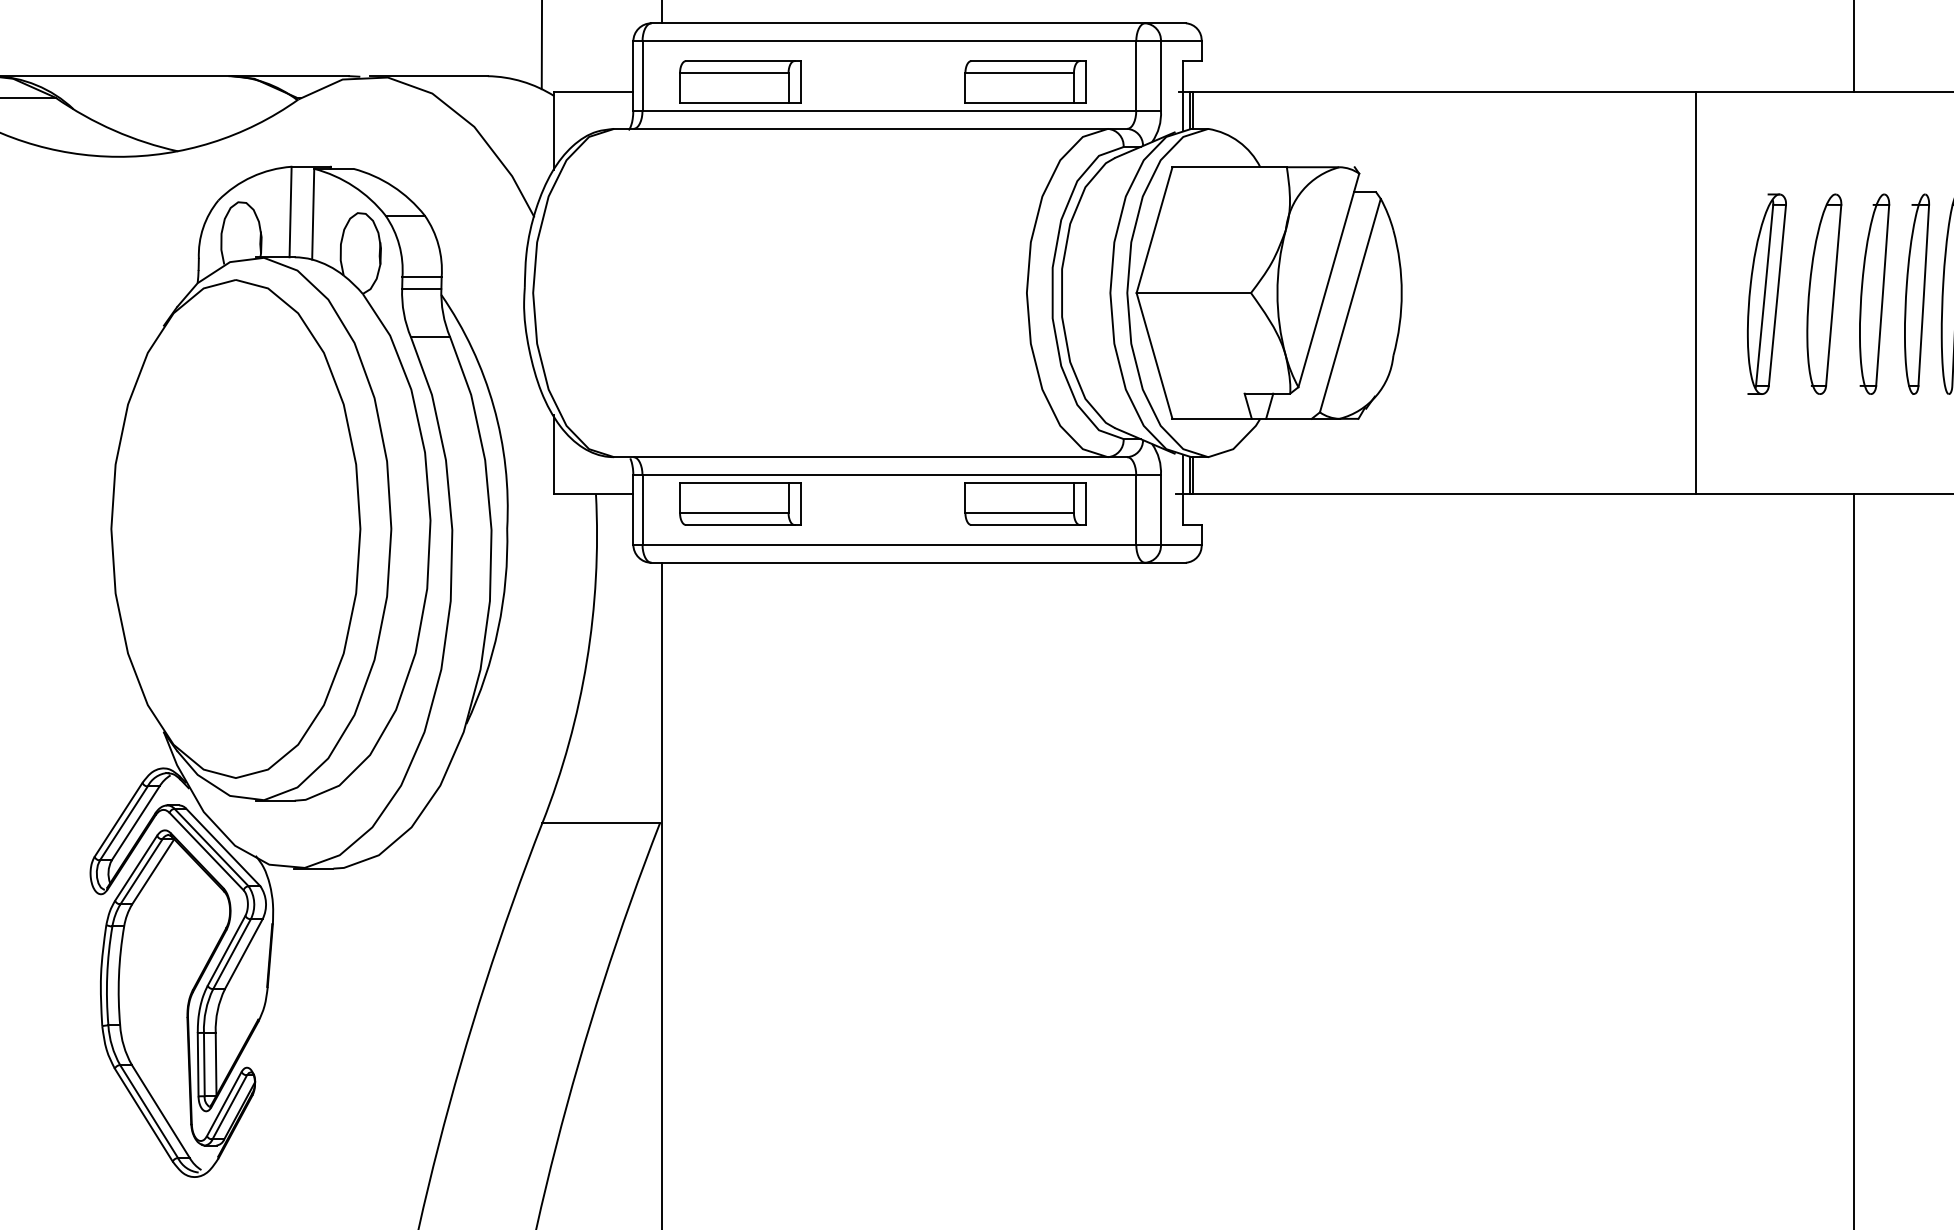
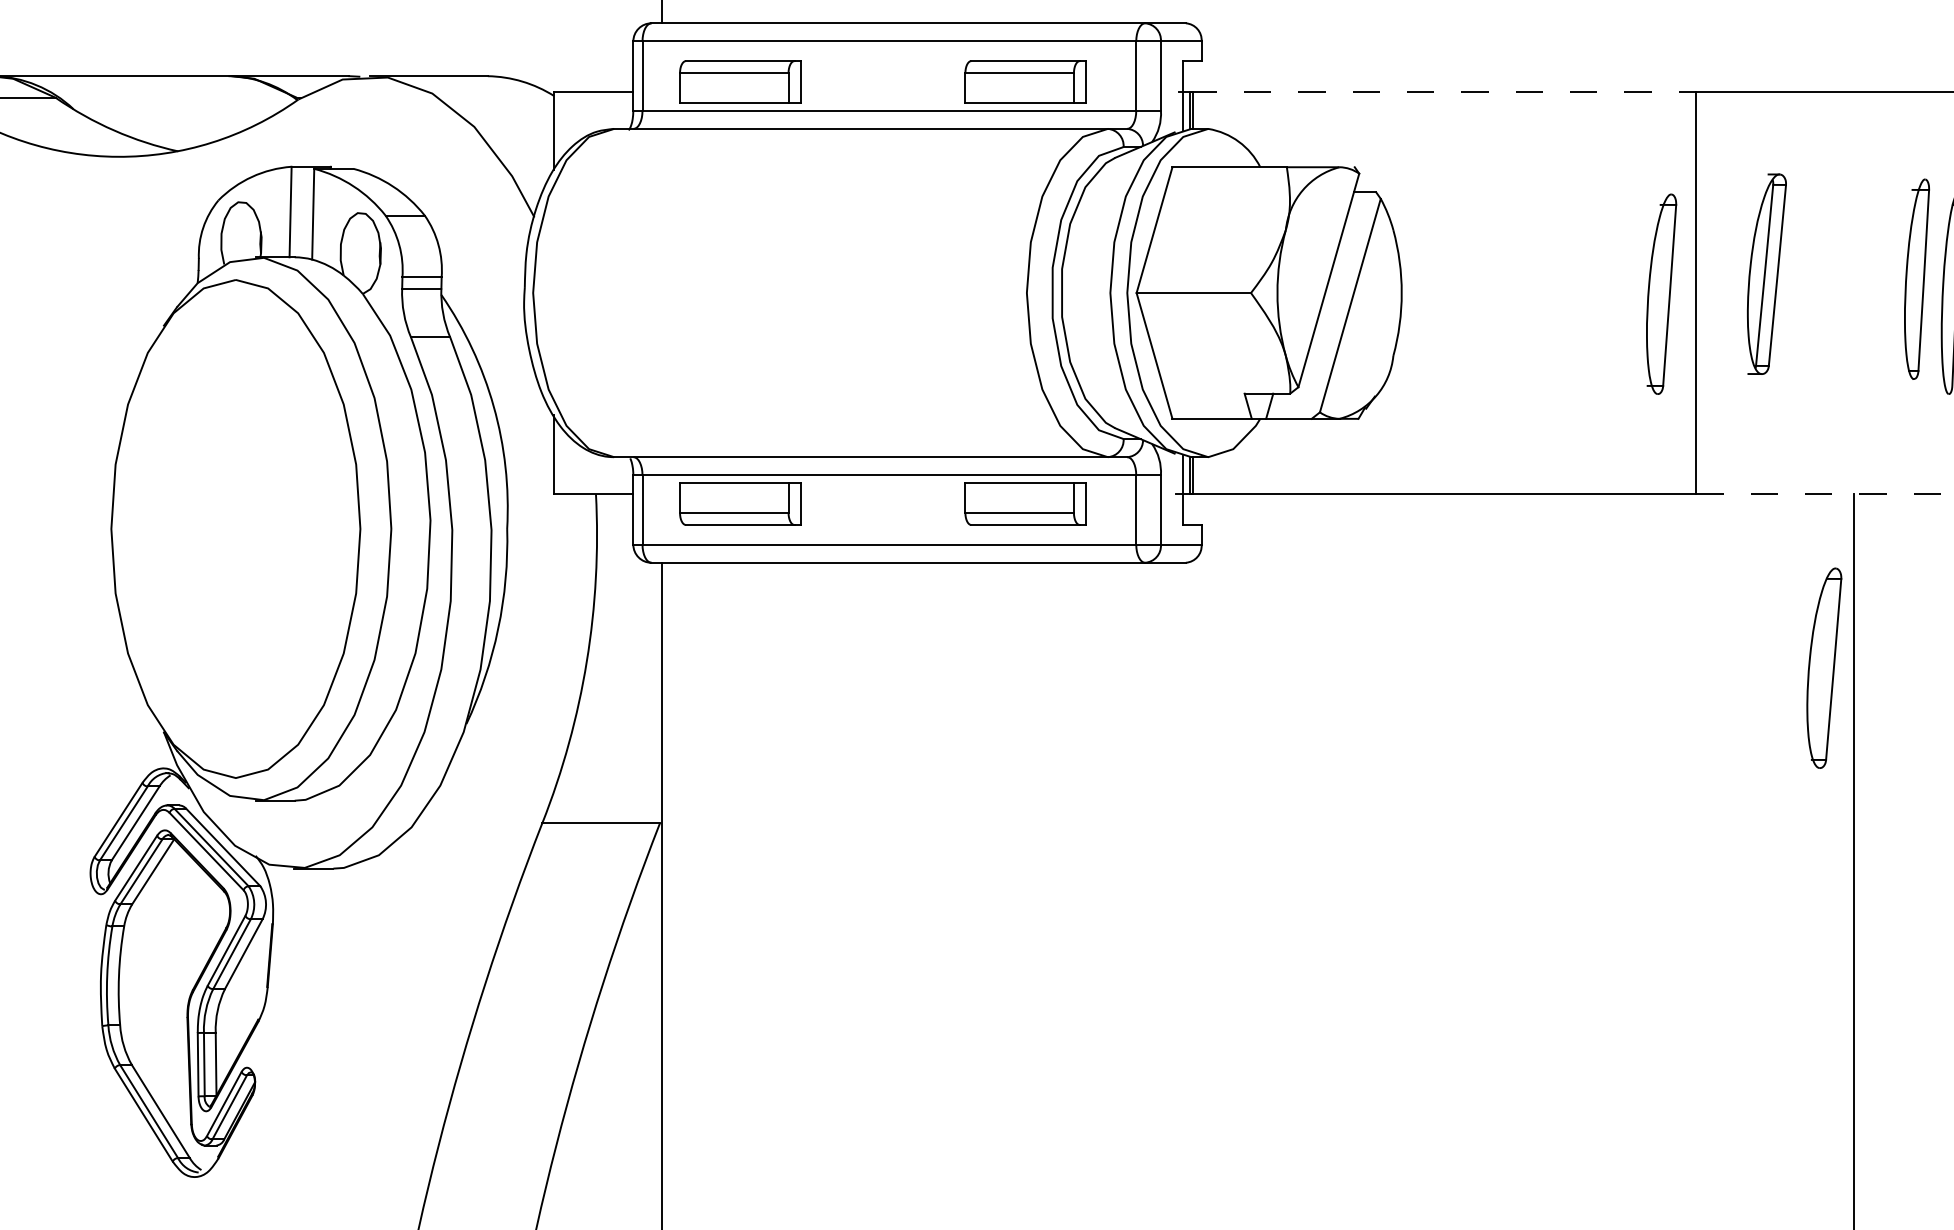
line at (541, 45): present -> none
line at (1853, 46): present -> none
line at (1443, 91): solid -> dashed
part at (1766, 293) position: (1766, 293) -> (1766, 273)
part at (1824, 293) position: (1824, 293) -> (1824, 667)
part at (1874, 293) position: (1874, 293) -> (1661, 293)
part at (1916, 293) position: (1916, 293) -> (1916, 278)
line at (1825, 494): solid -> dashed
